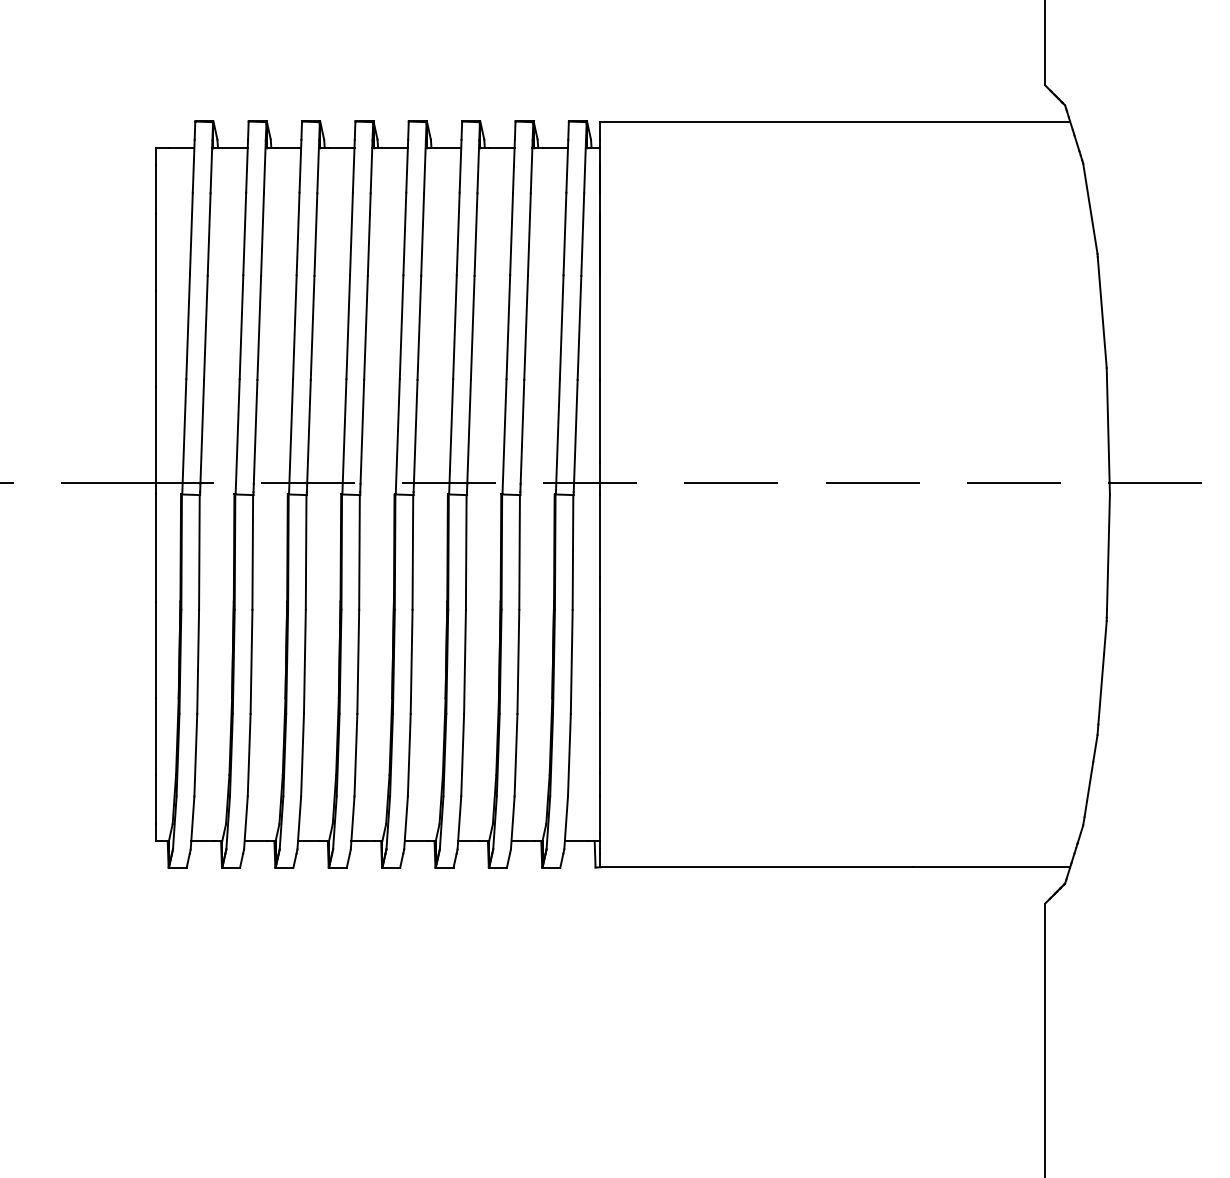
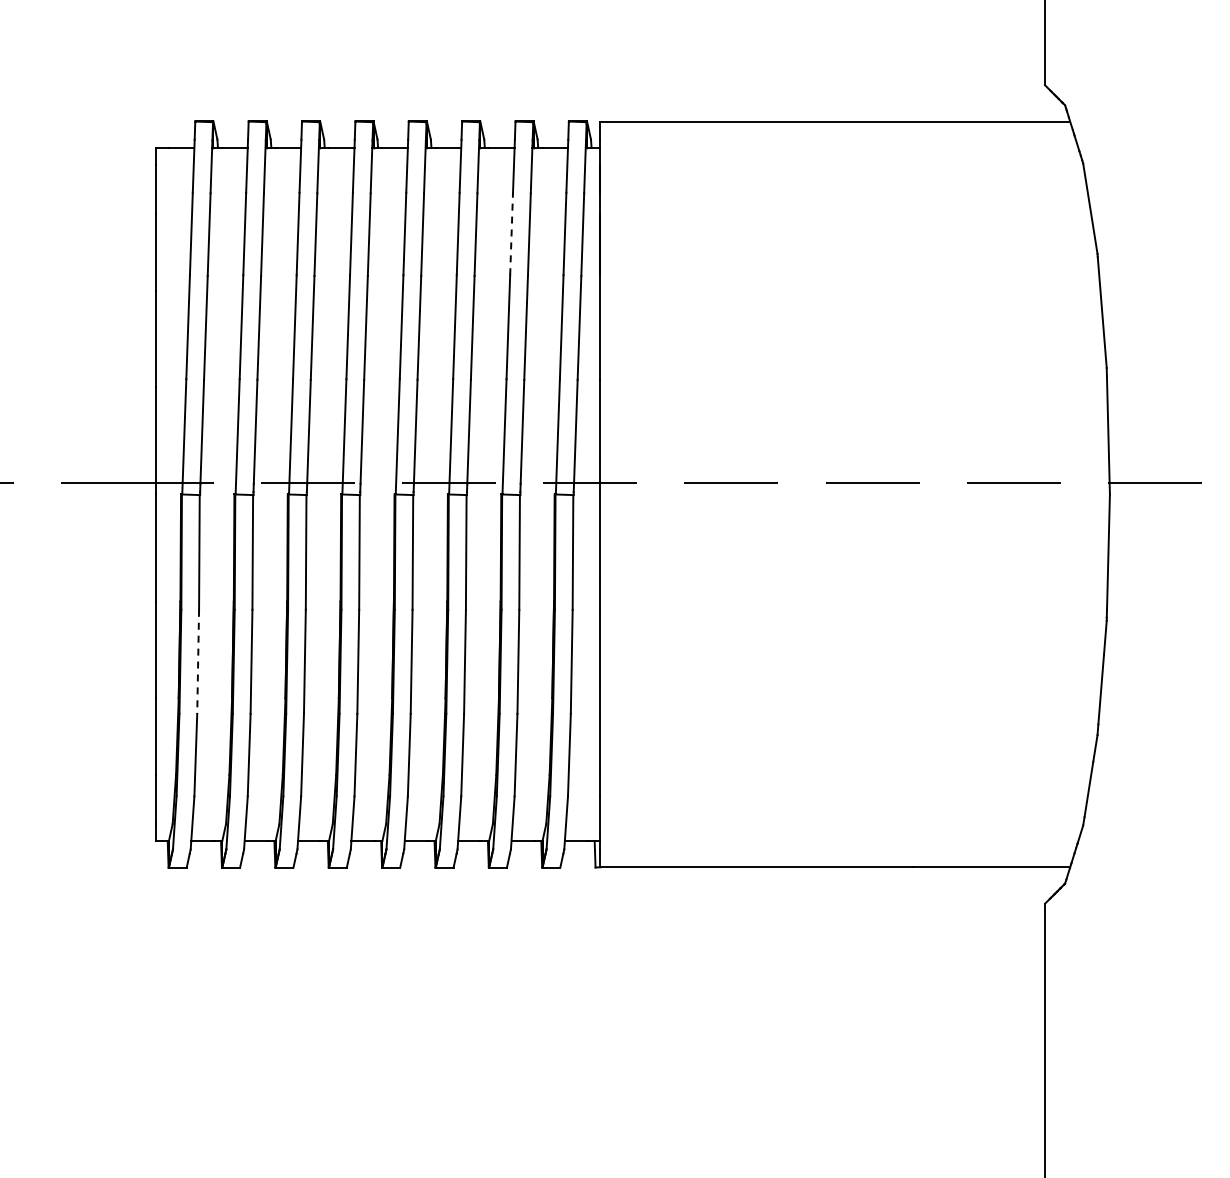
line at (511, 233): solid -> dashed
line at (198, 662): solid -> dashed
